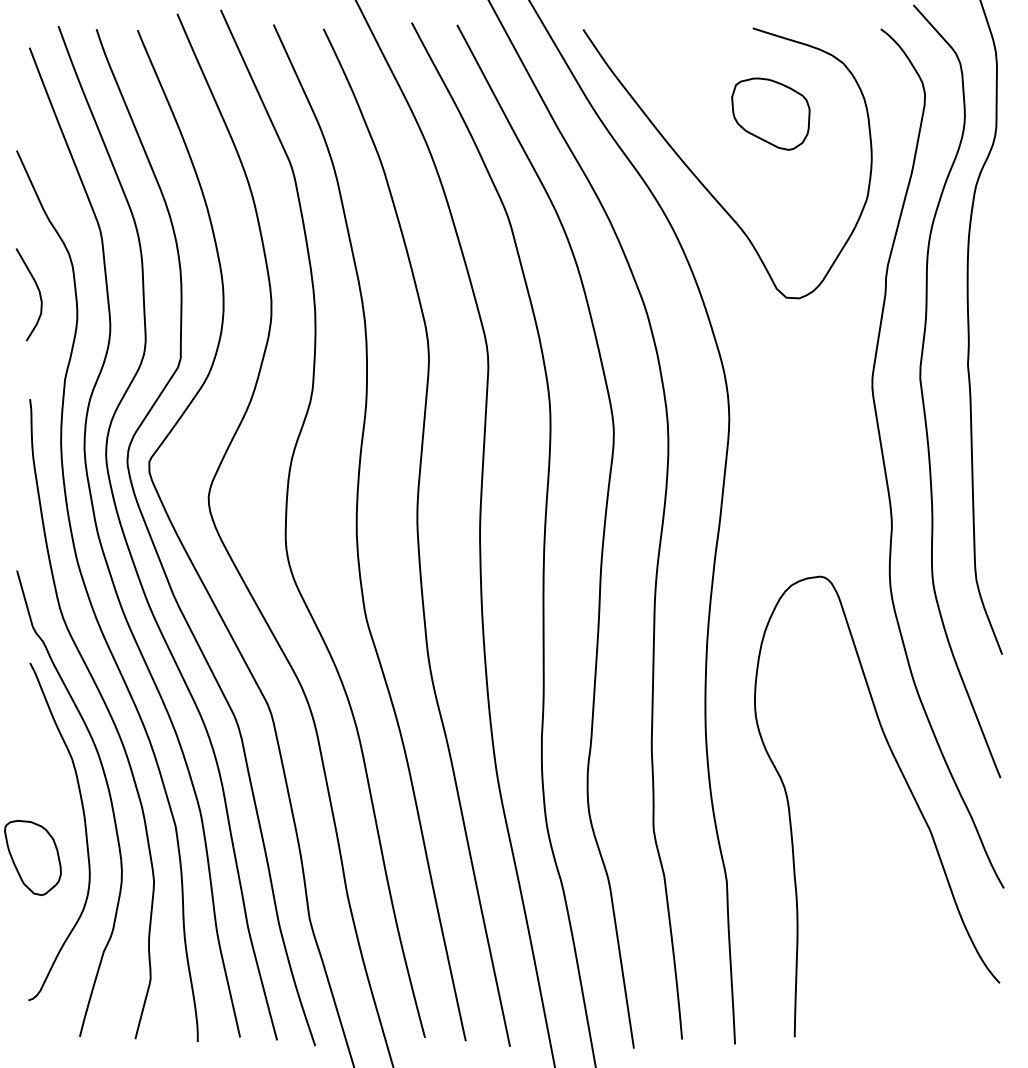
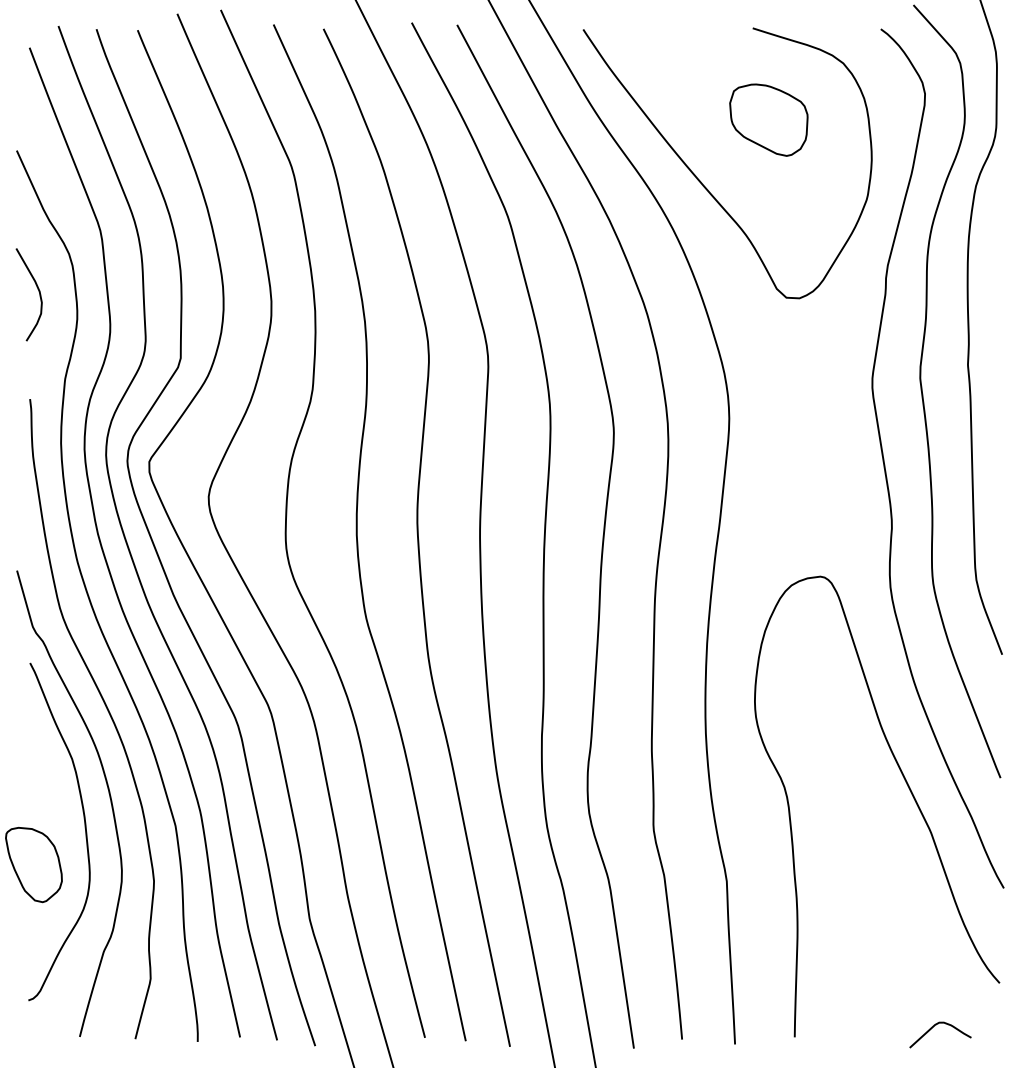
part at (770, 113) position: (770, 113) -> (768, 119)
part at (32, 857) position: (32, 857) -> (33, 864)
curve at (936, 1025): none -> present
